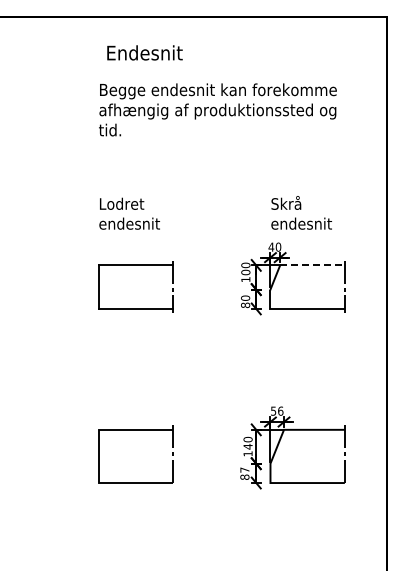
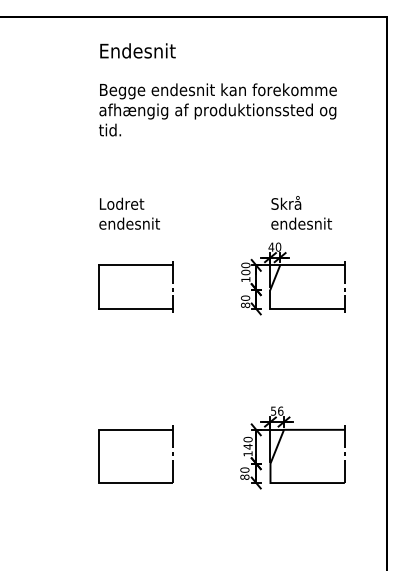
text at (144, 52) position: (144, 52) -> (137, 50)
line at (313, 265): dashed -> solid
text at (244, 469): 87 -> 80
